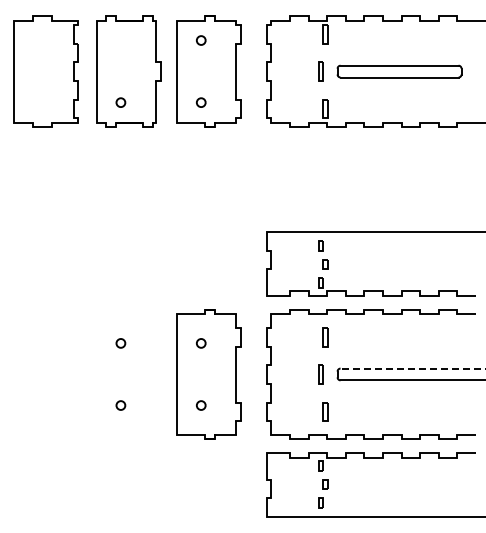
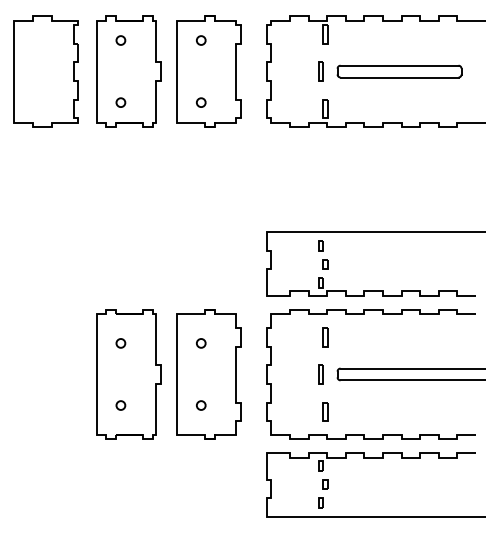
circle at (120, 40): none -> present
line at (412, 368): dashed -> solid
part at (128, 374): none -> present
